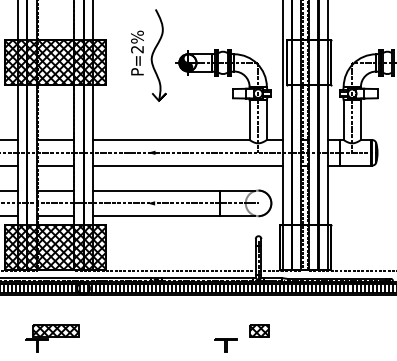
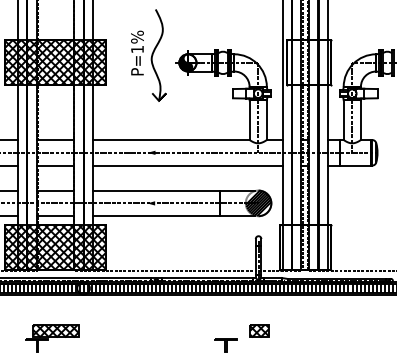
text at (137, 49): P=2% -> P=1%
hatch at (258, 203): none -> present
